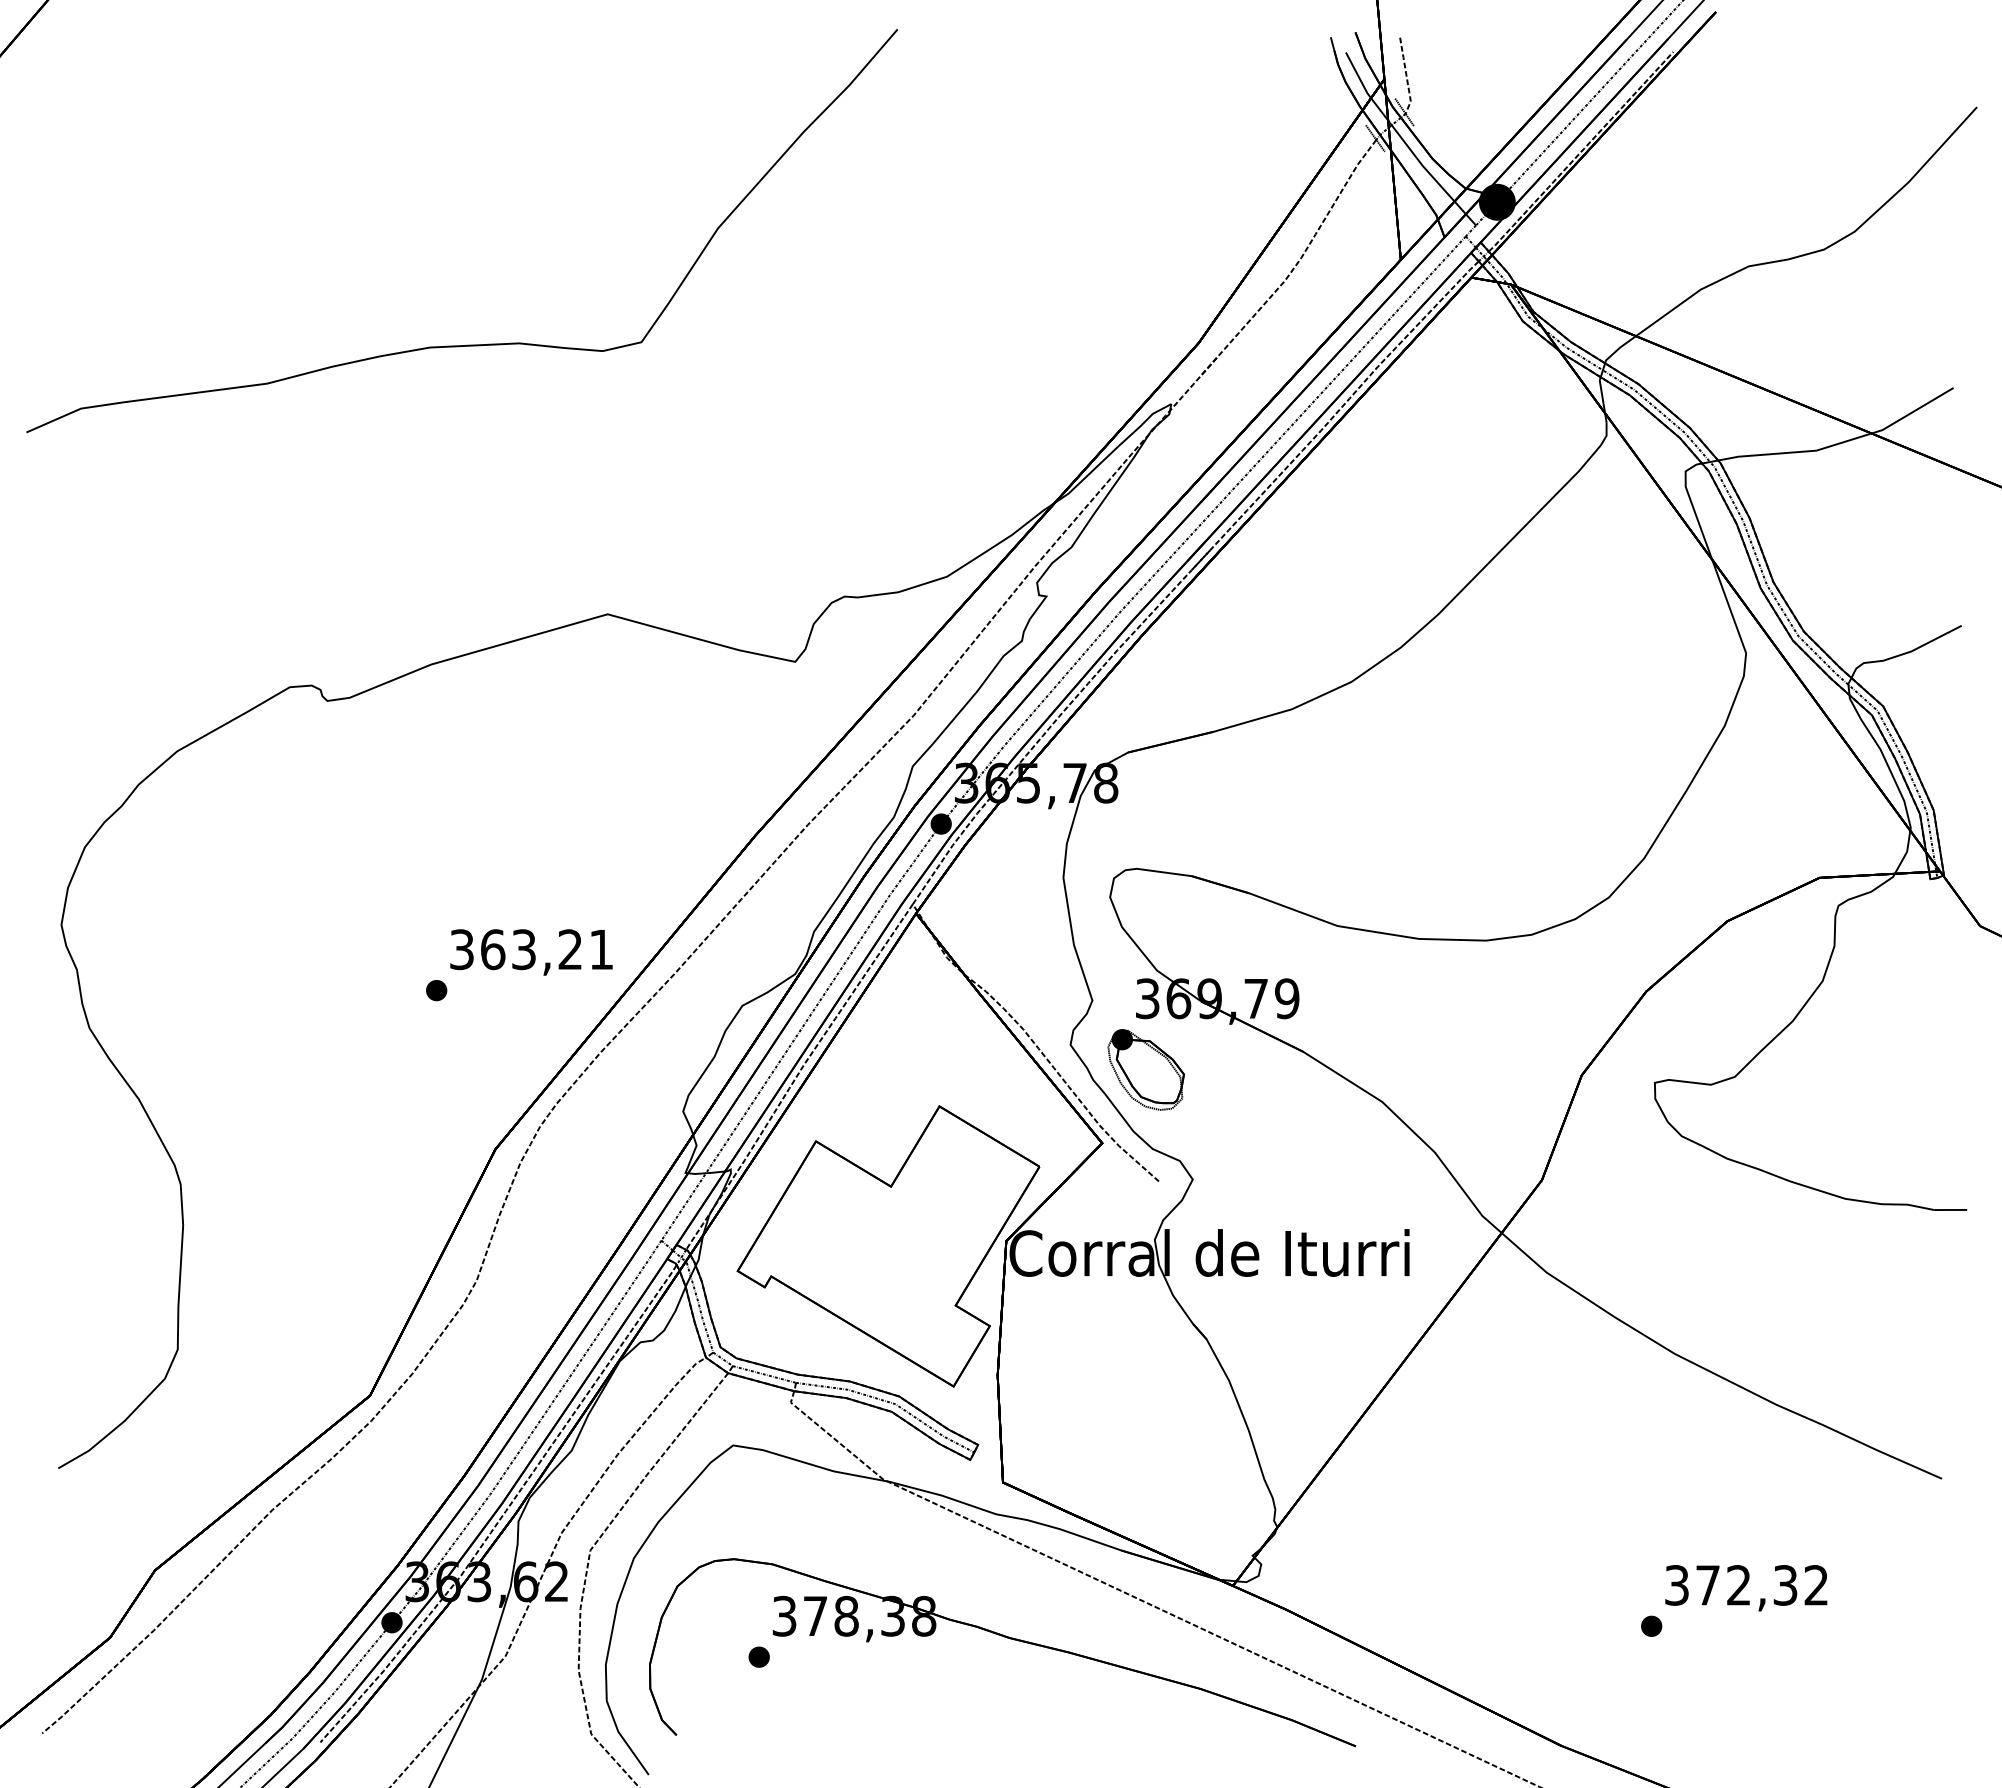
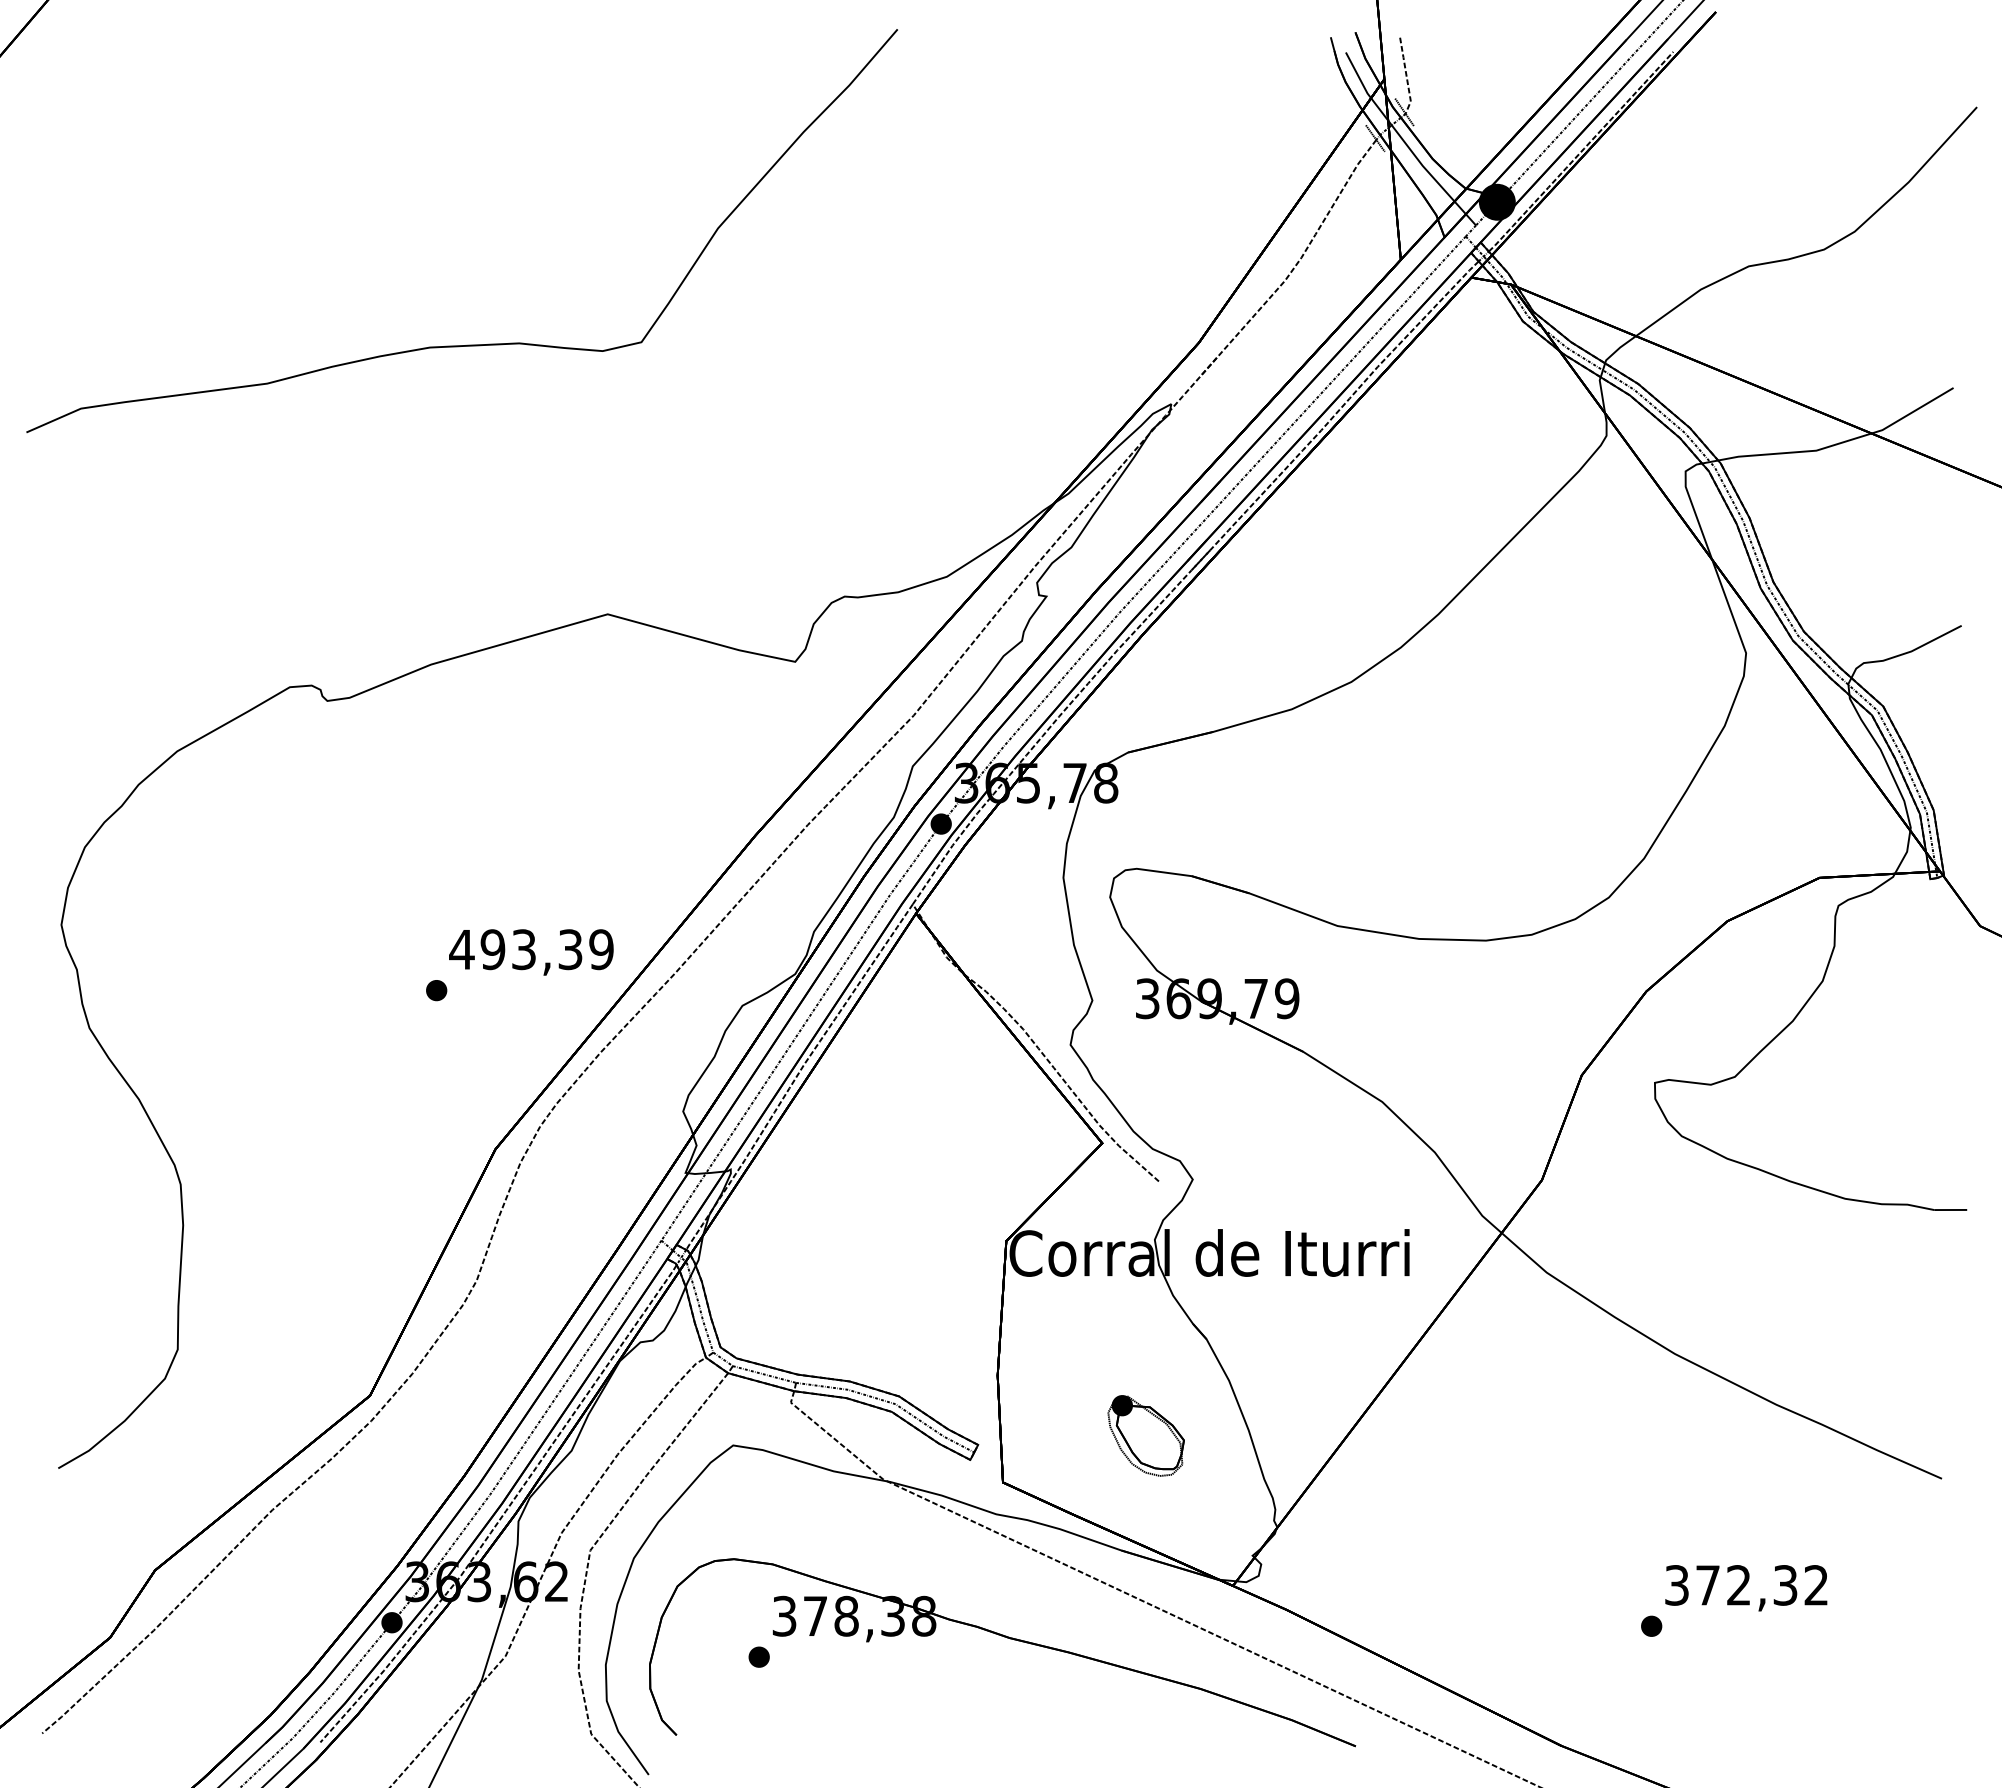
text at (531, 949): 363,21 -> 493,39
part at (1145, 1069) position: (1145, 1069) -> (1145, 1435)
part at (888, 1246): present -> none
